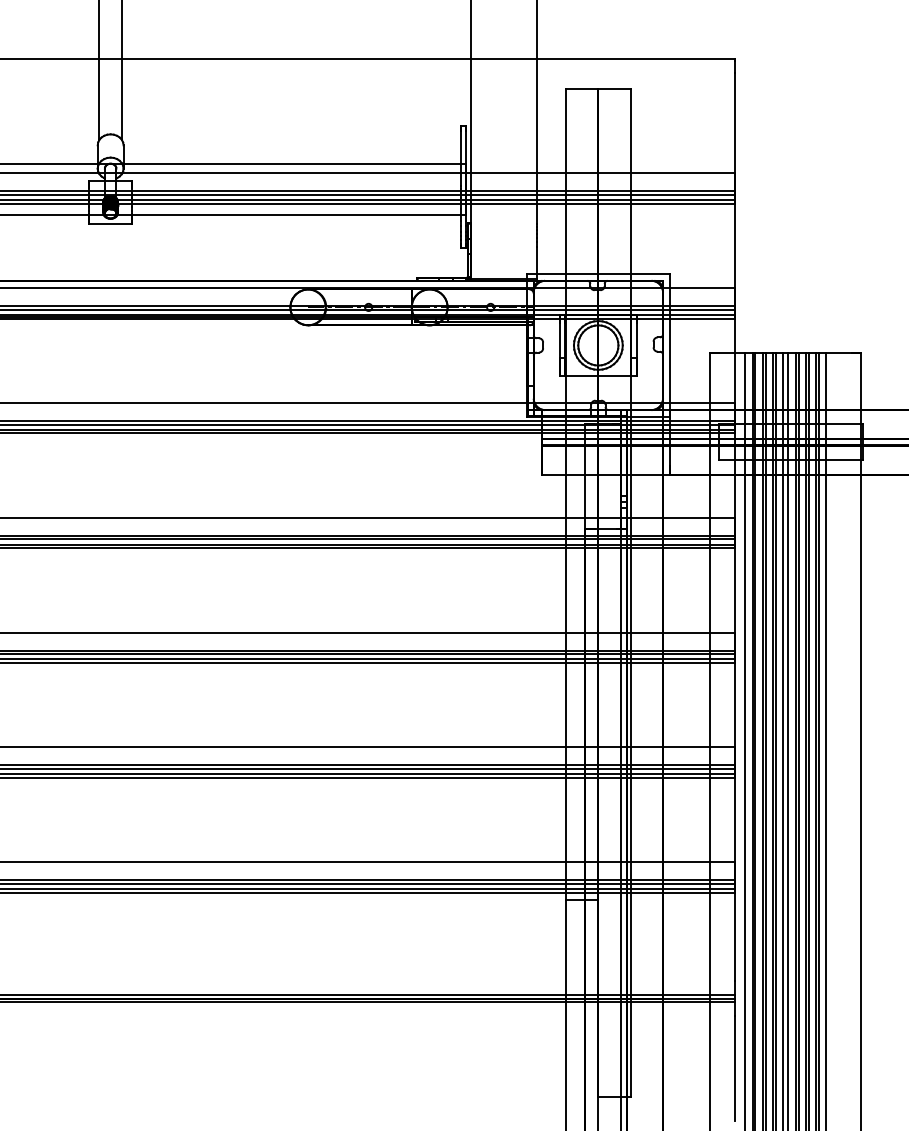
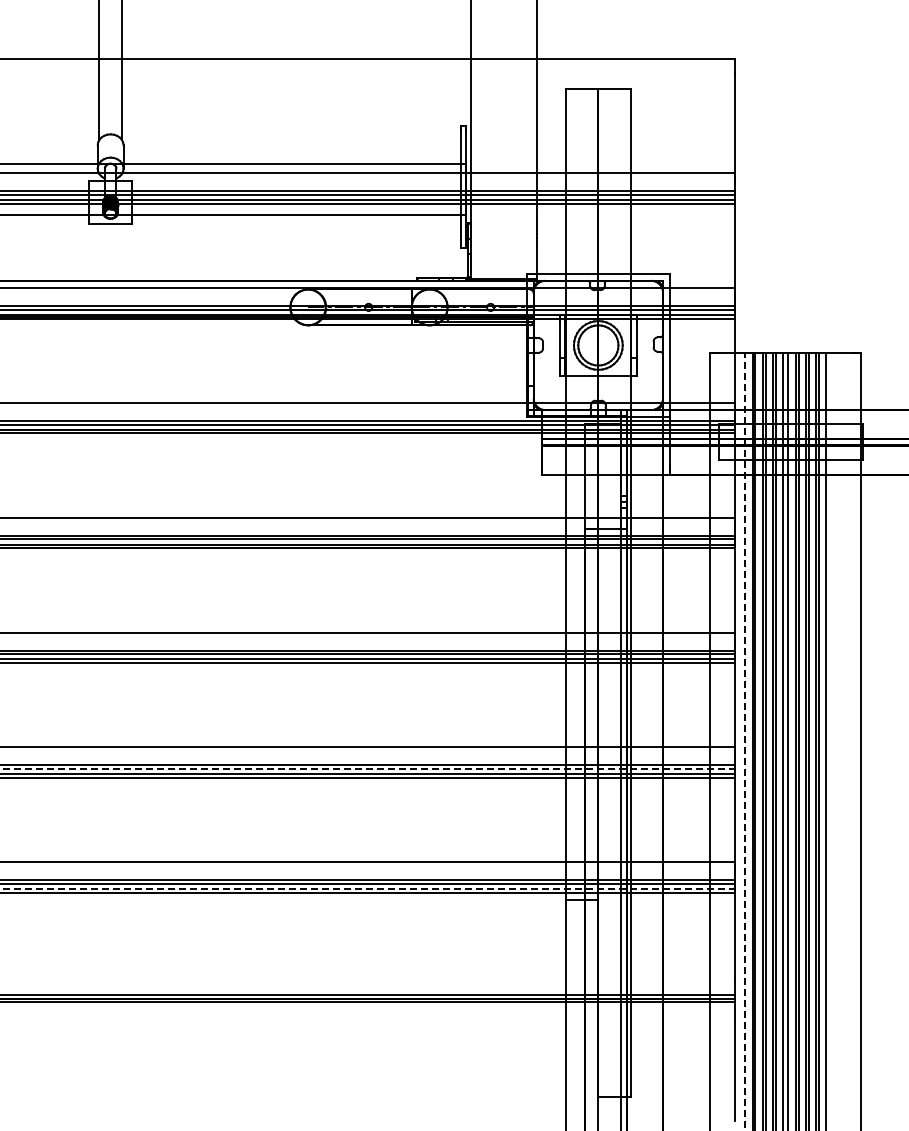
line at (745, 741): solid -> dashed
line at (367, 769): solid -> dashed
line at (367, 888): solid -> dashed
